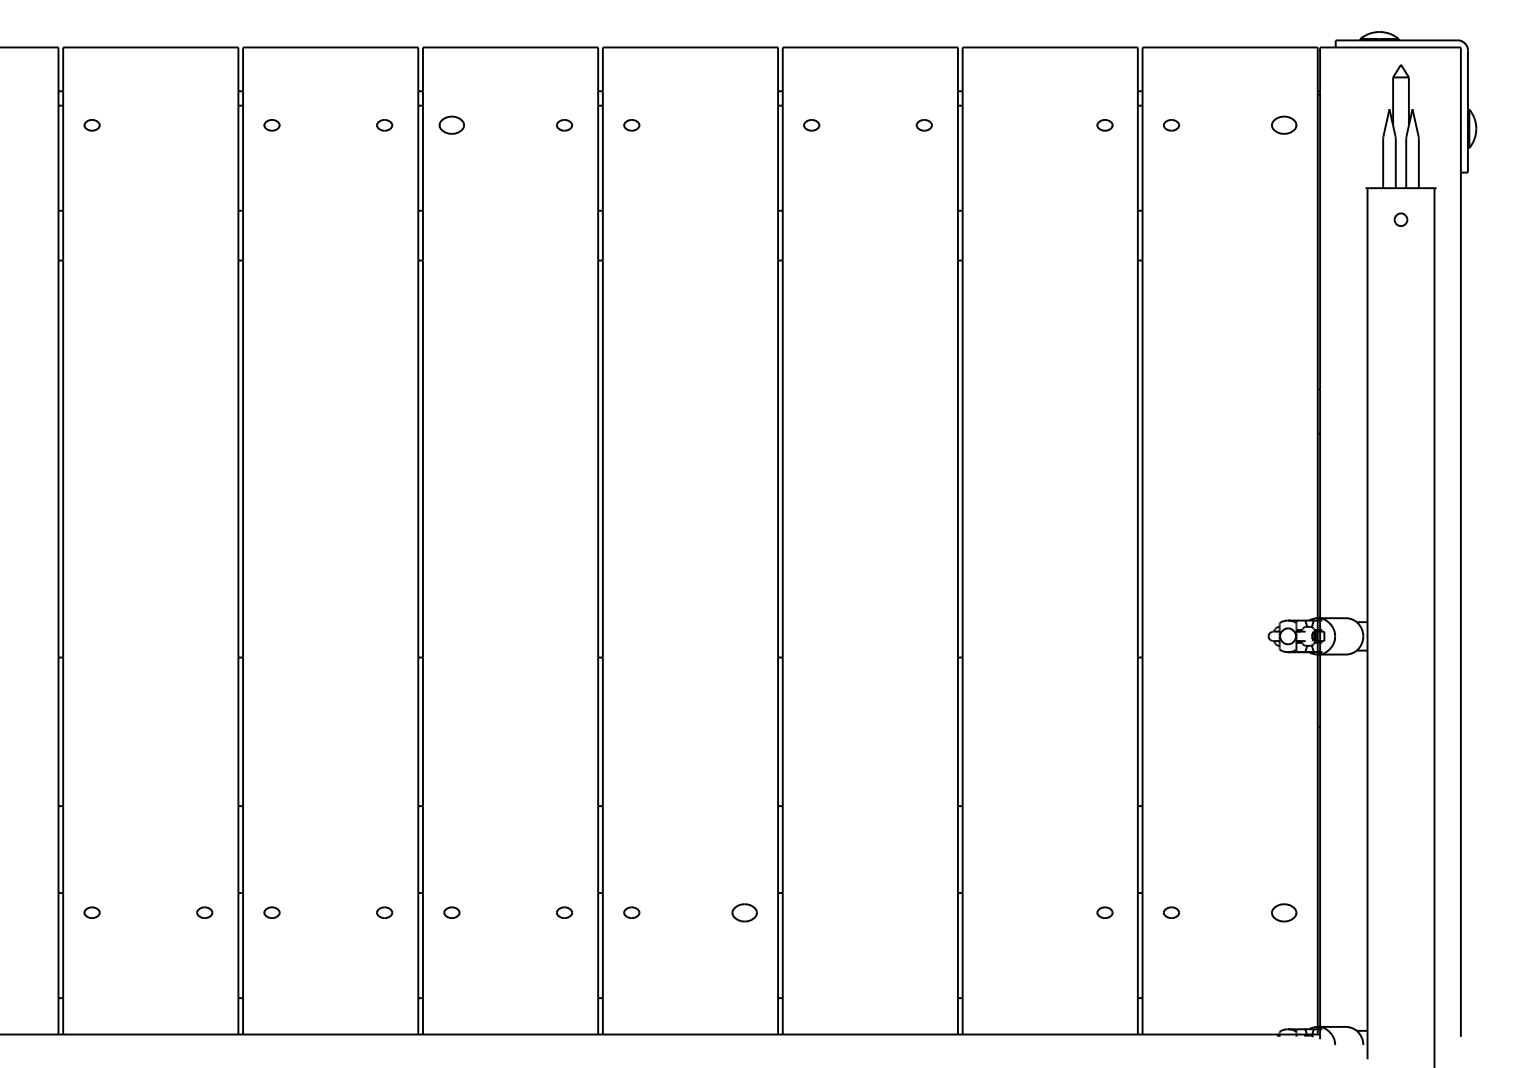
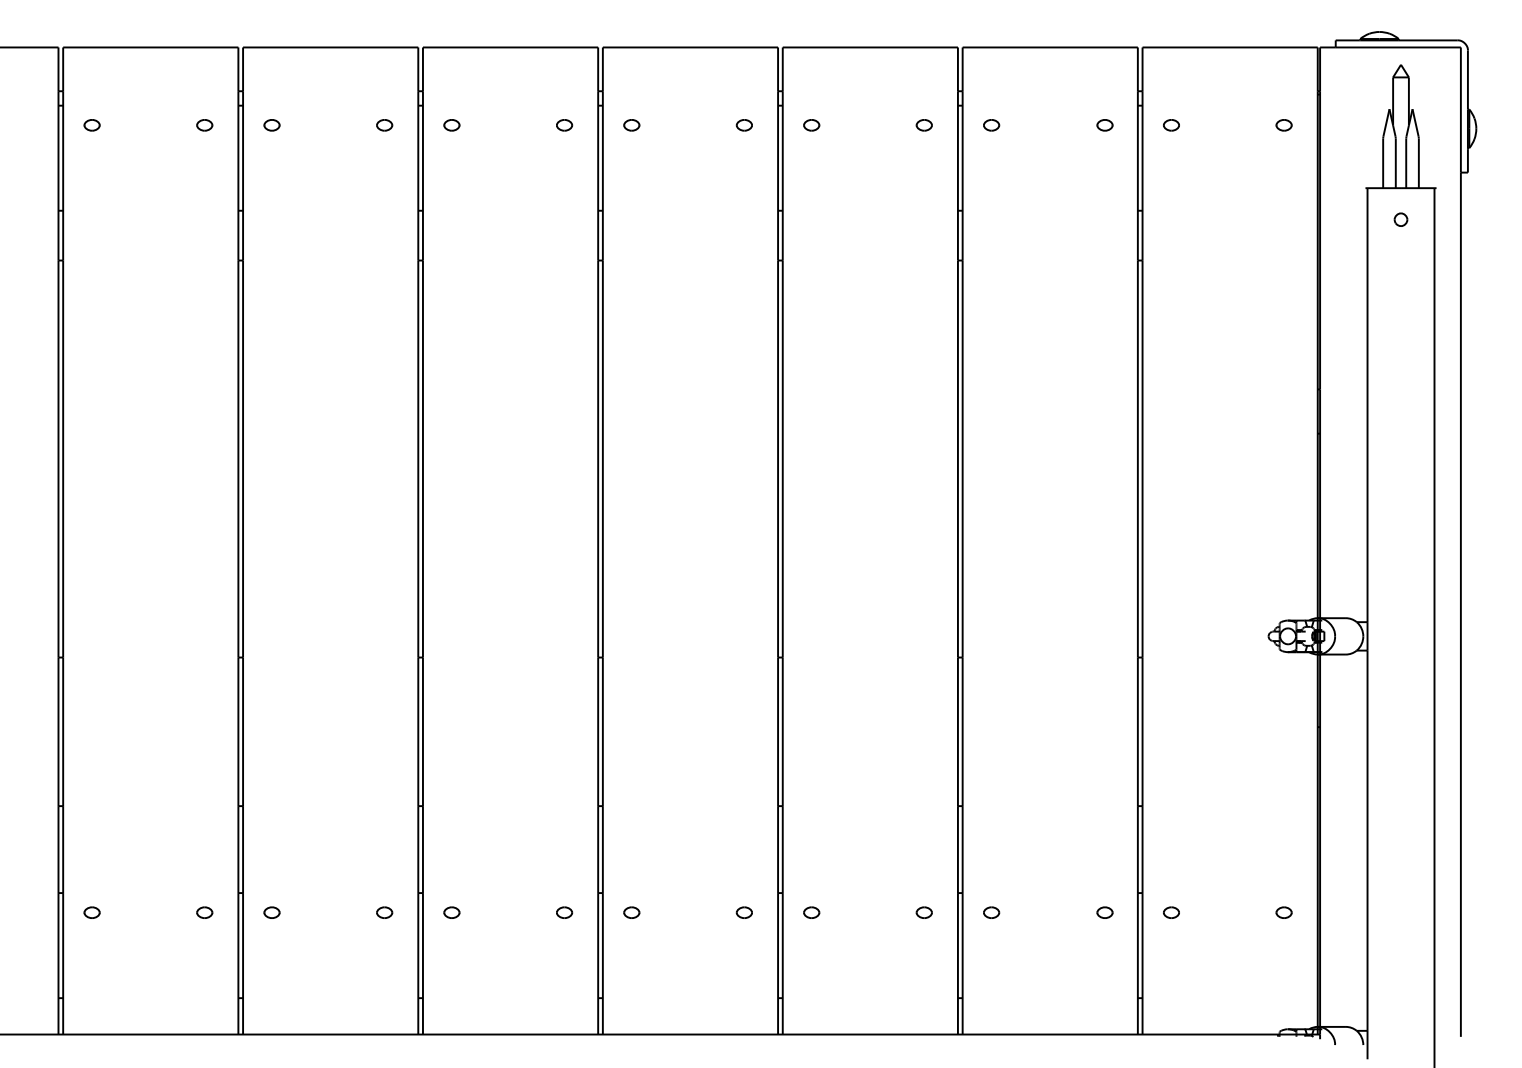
part at (451, 124) size: 27x20 px -> 18x13 px
part at (1284, 124) size: 27x20 px -> 18x13 px
part at (204, 125): none -> present
part at (743, 125): none -> present
part at (991, 125): none -> present
part at (744, 912) size: 27x20 px -> 18x13 px
part at (811, 912): none -> present
part at (923, 912): none -> present
part at (991, 912): none -> present
part at (1284, 912) size: 27x20 px -> 18x13 px
